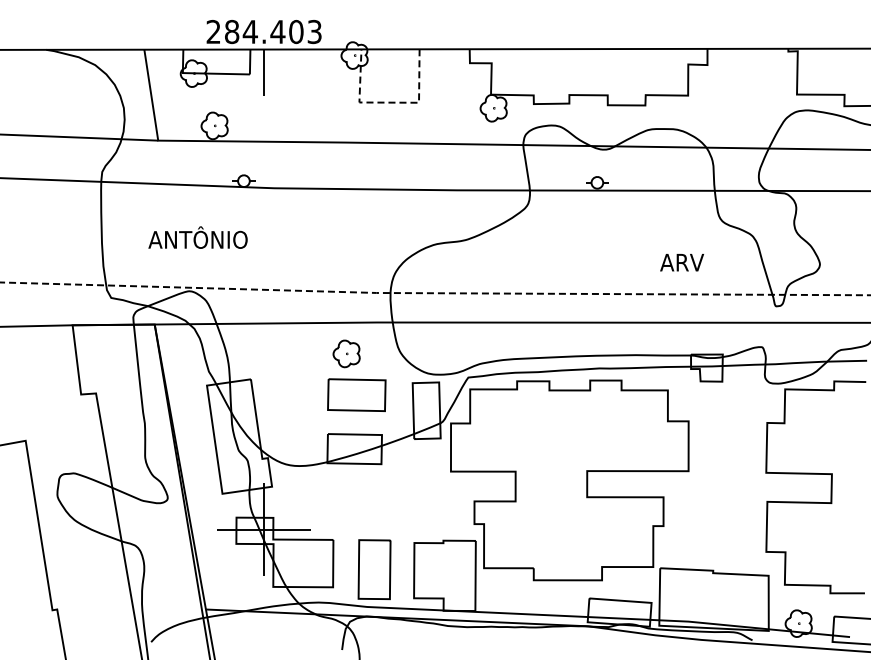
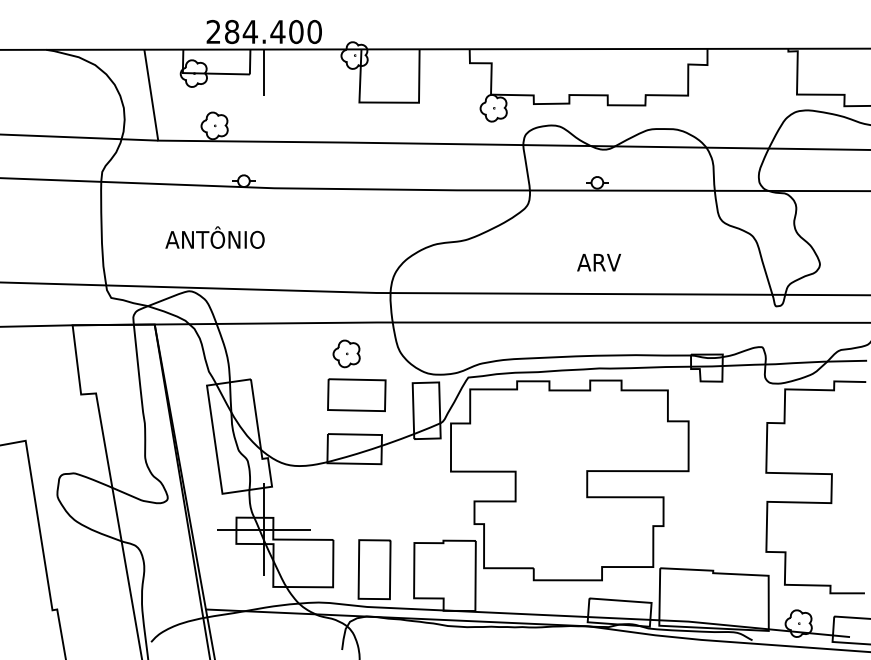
text at (314, 31): 284.403 -> 284.400
line at (389, 102): dashed -> solid
text at (197, 237) position: (197, 237) -> (214, 237)
text at (681, 262) position: (681, 262) -> (598, 262)
line at (434, 293): dashed -> solid
